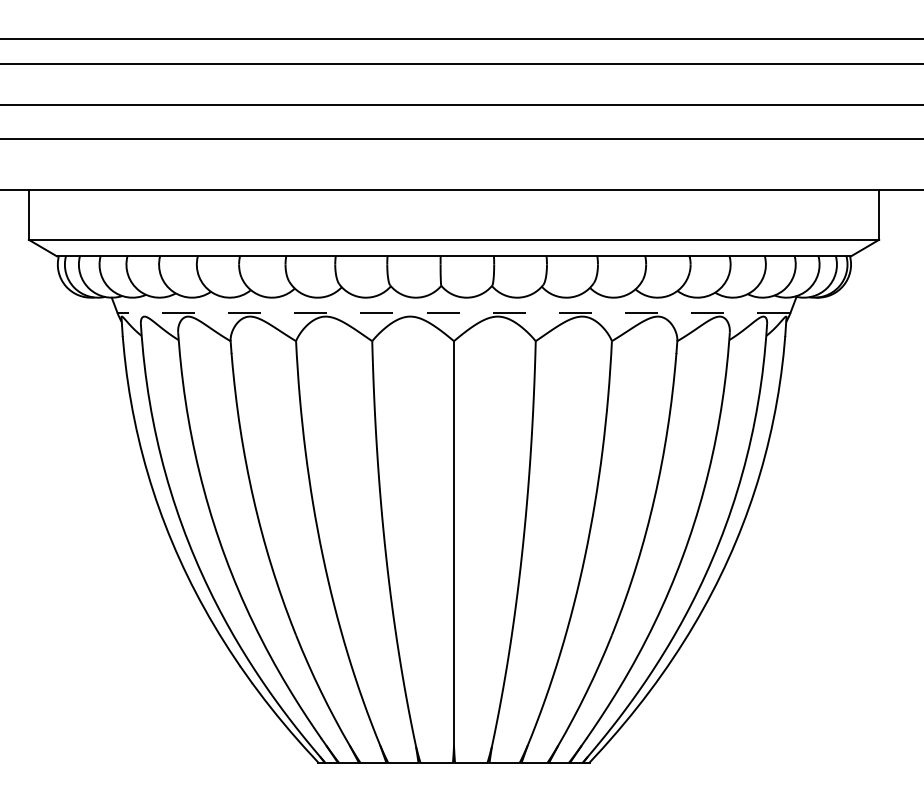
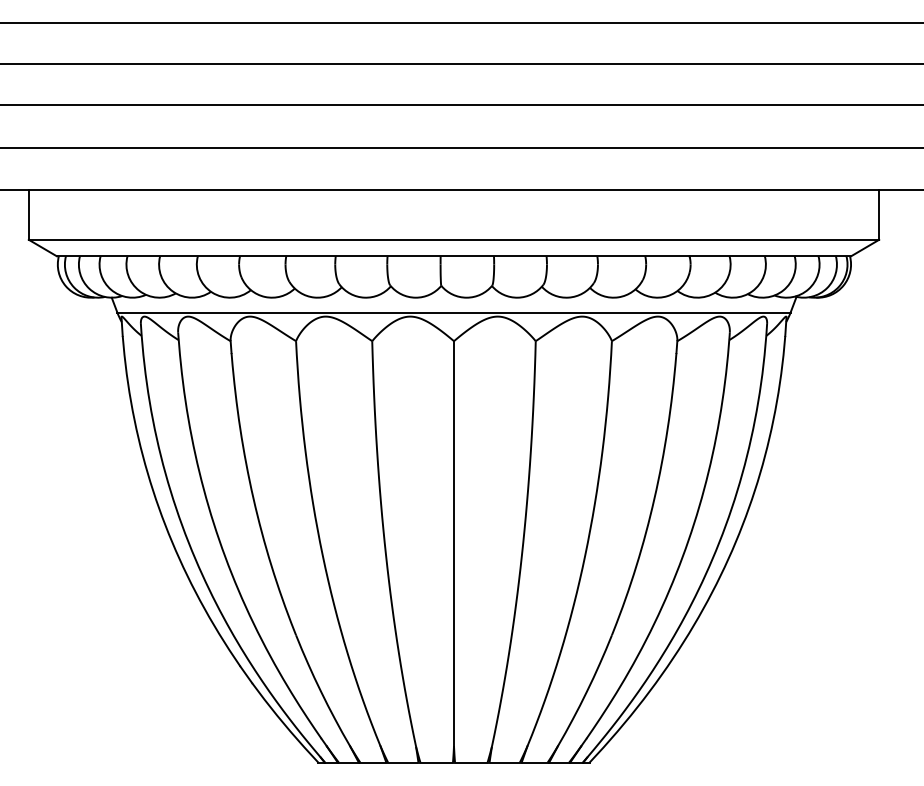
line at (461, 39) position: (461, 39) -> (461, 23)
line at (461, 138) position: (461, 138) -> (461, 147)
line at (454, 312): dashed -> solid
